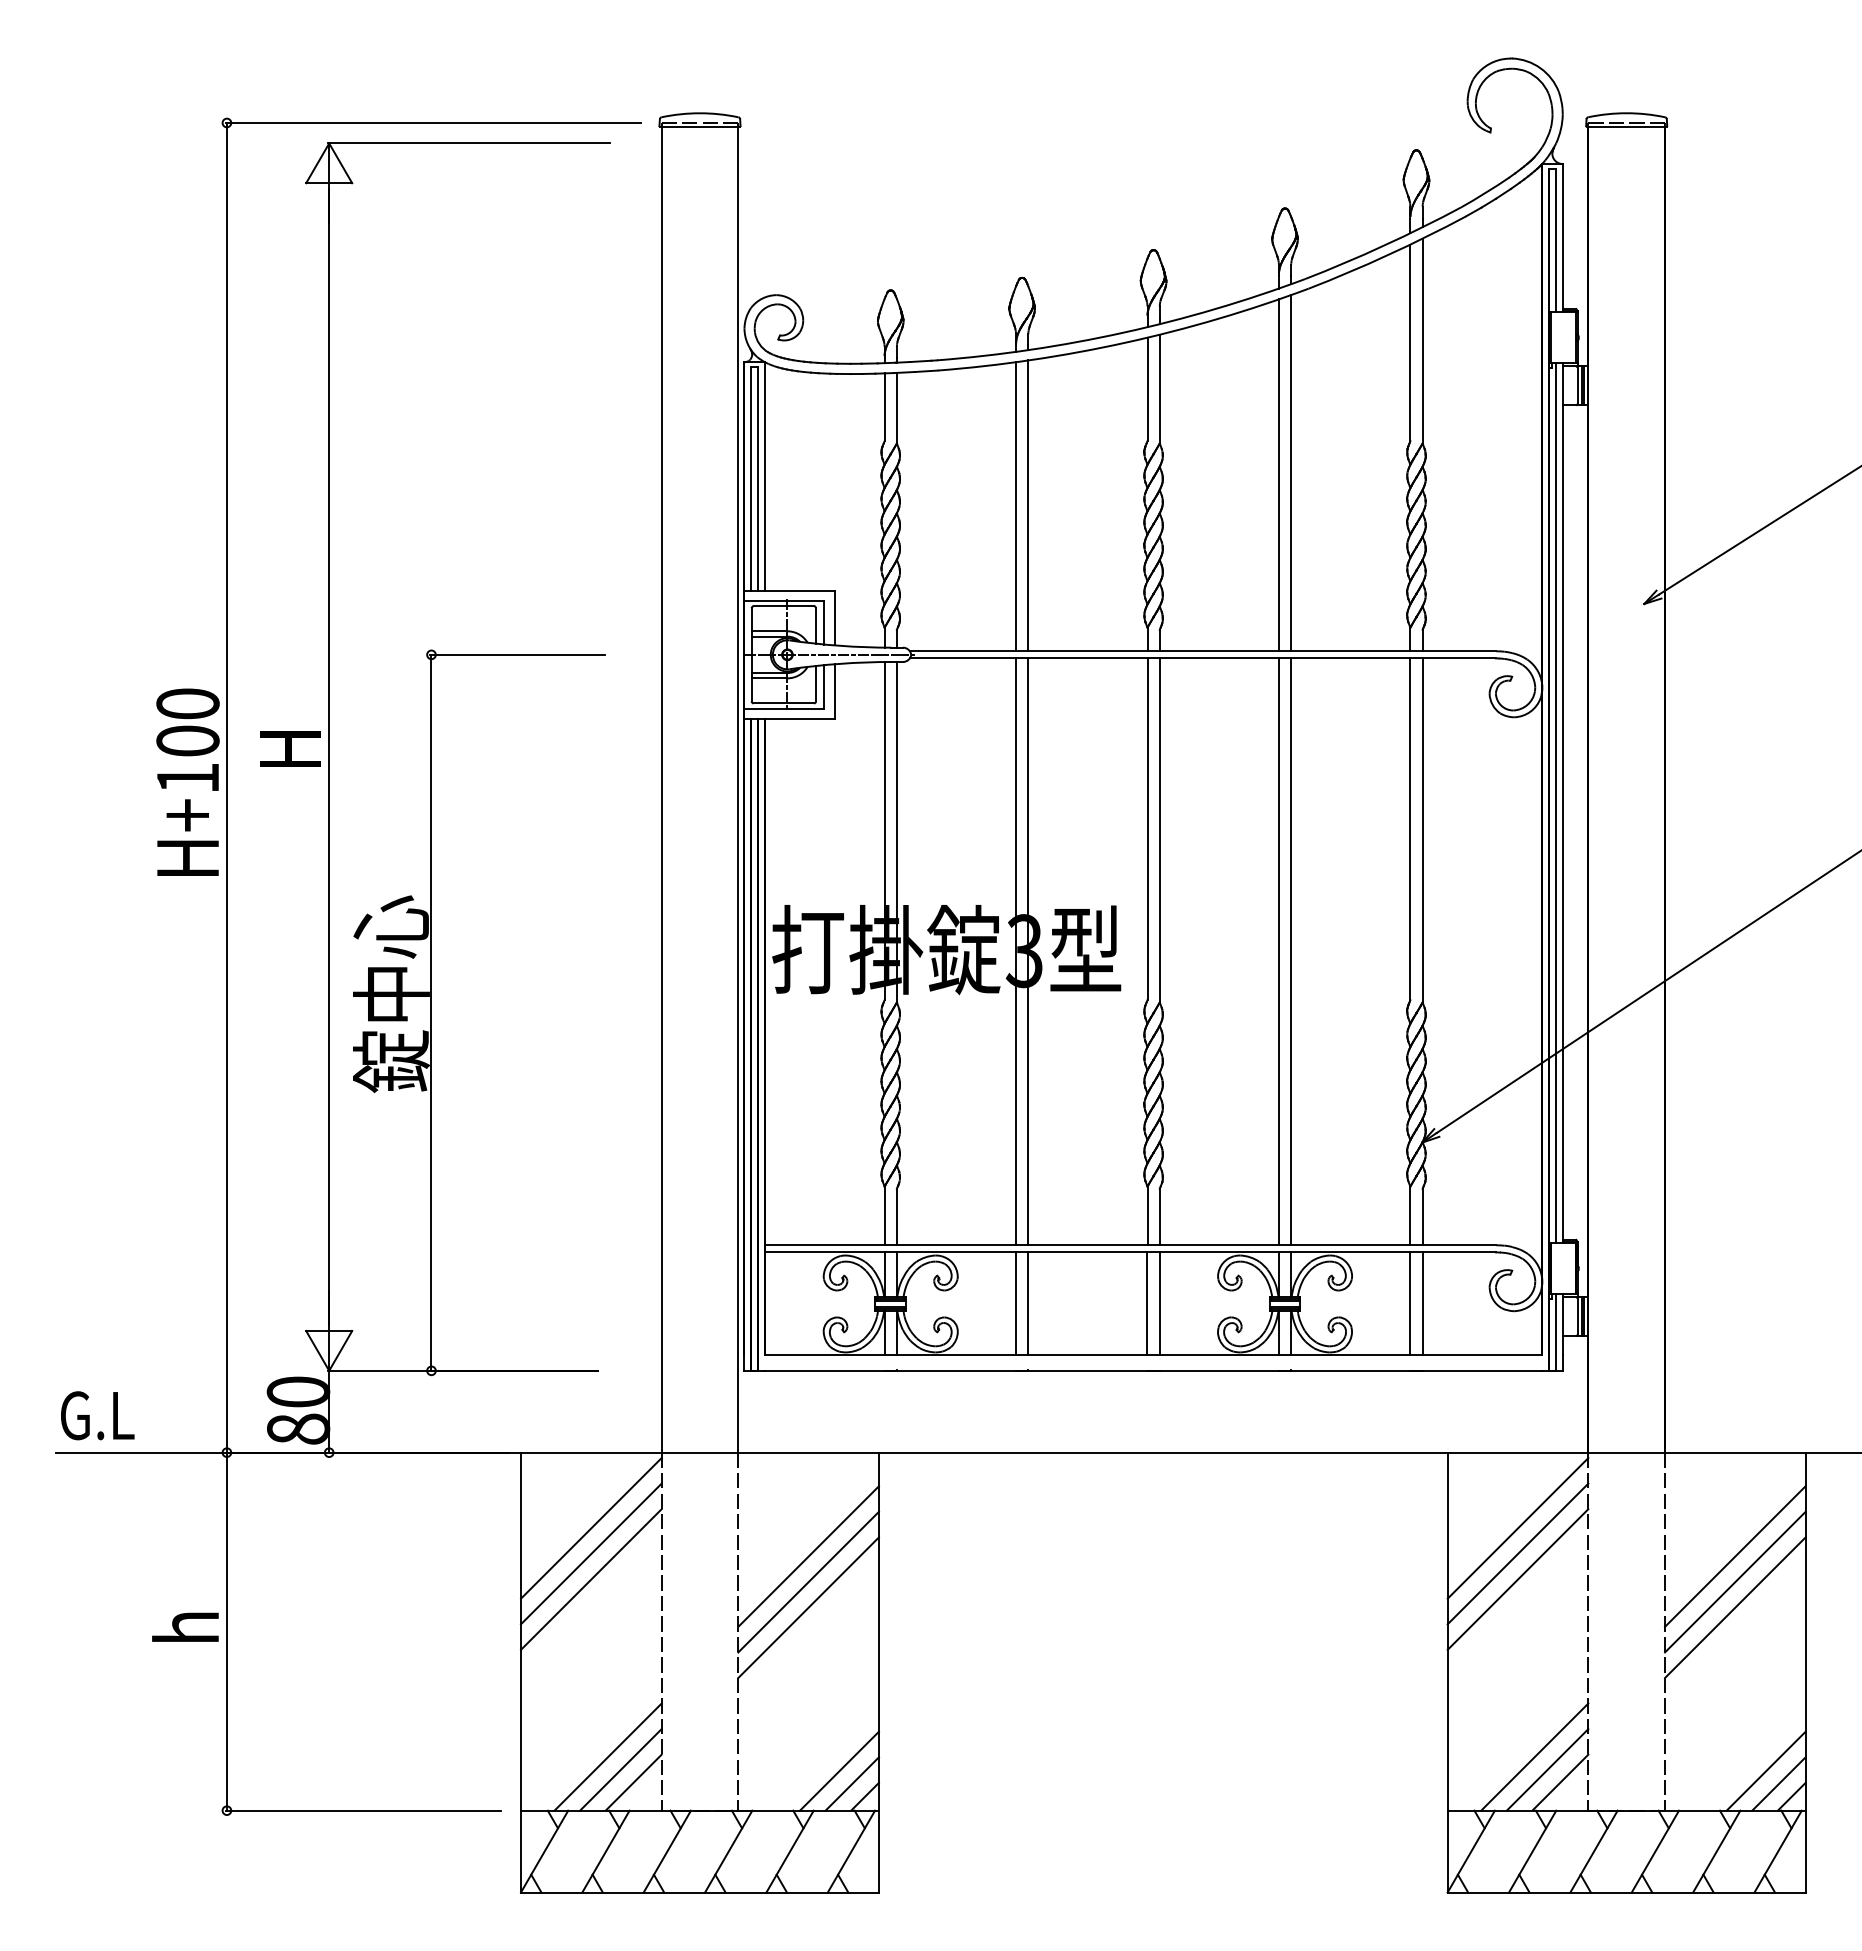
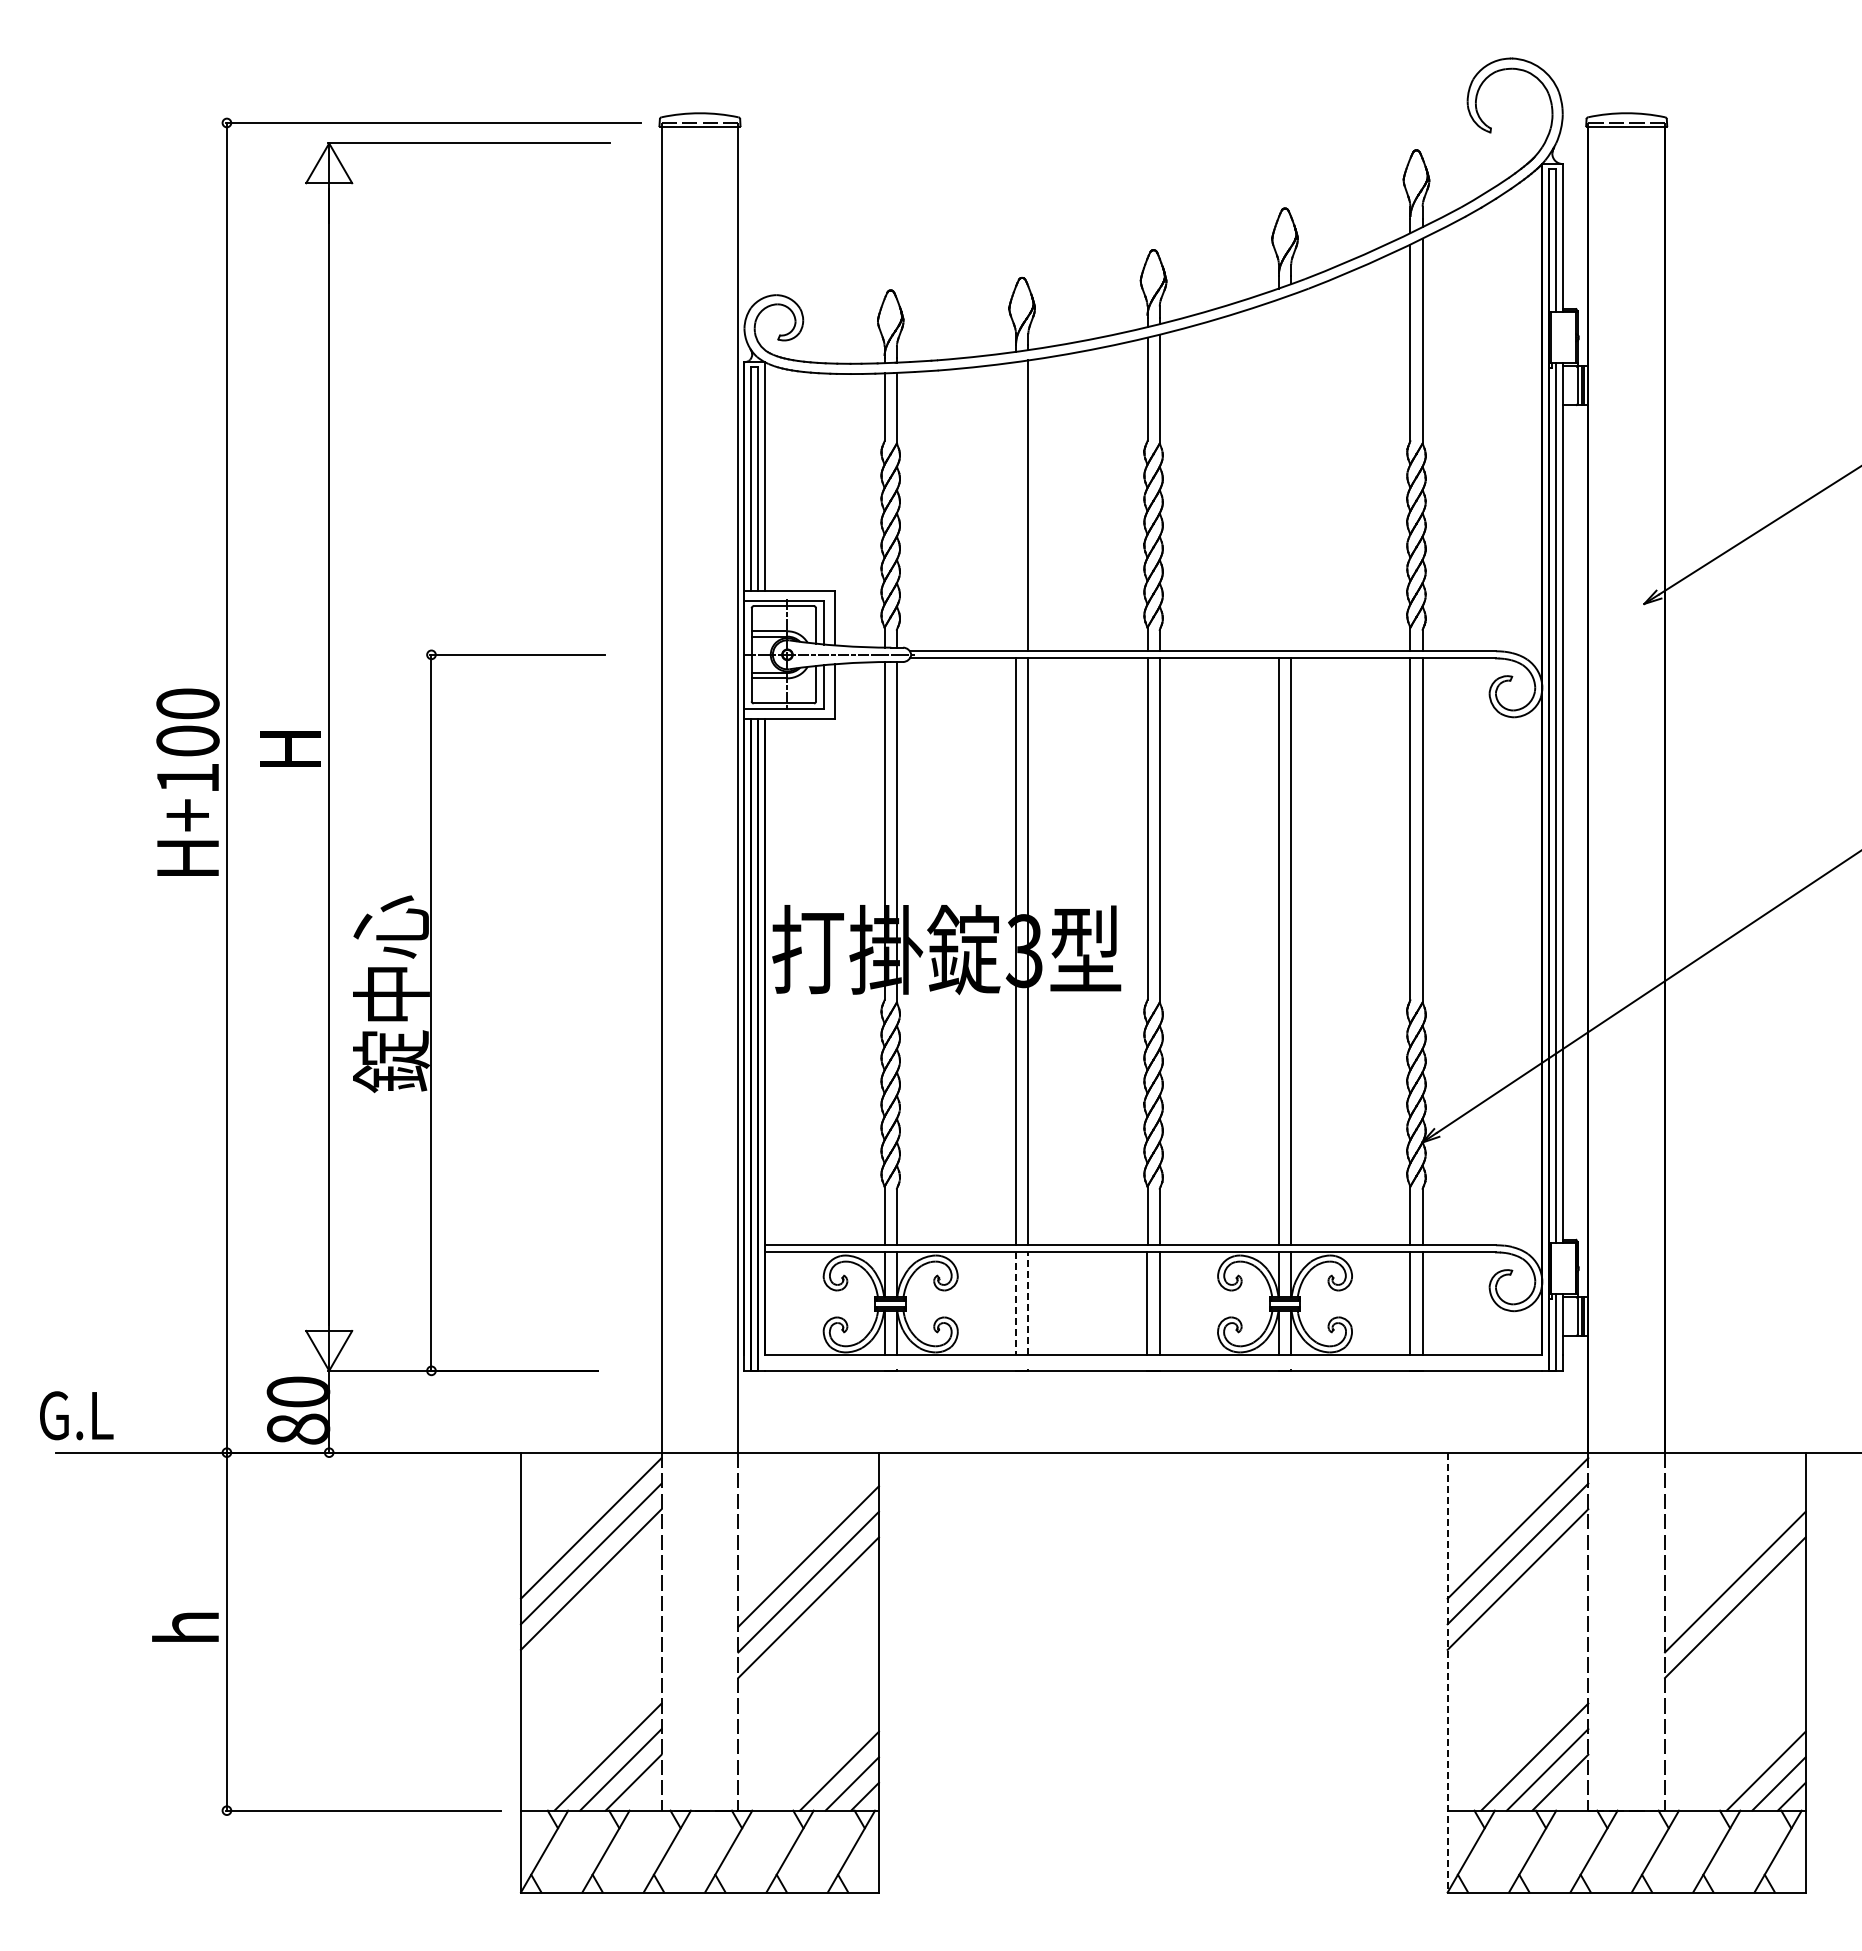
line at (1291, 473): present -> none
line at (1278, 475): present -> none
line at (1016, 506): present -> none
line at (1028, 1303): solid -> dashed
line at (1016, 1304): solid -> dashed
text at (97, 1415) position: (97, 1415) -> (76, 1415)
line at (1735, 1556): present -> none
line at (1447, 1672): solid -> dashed
